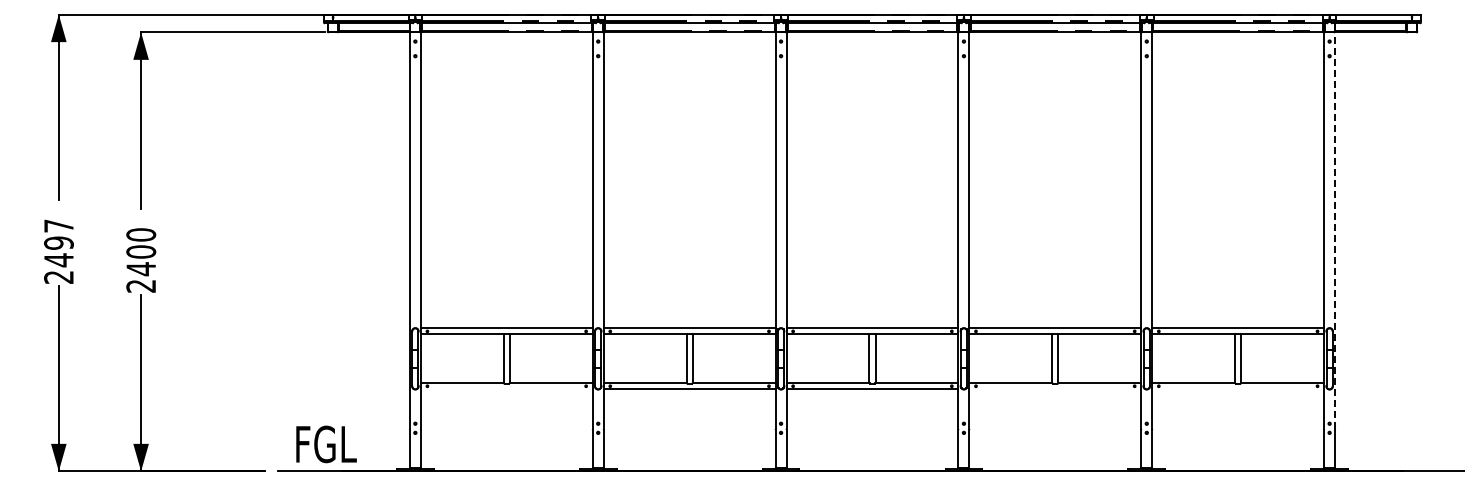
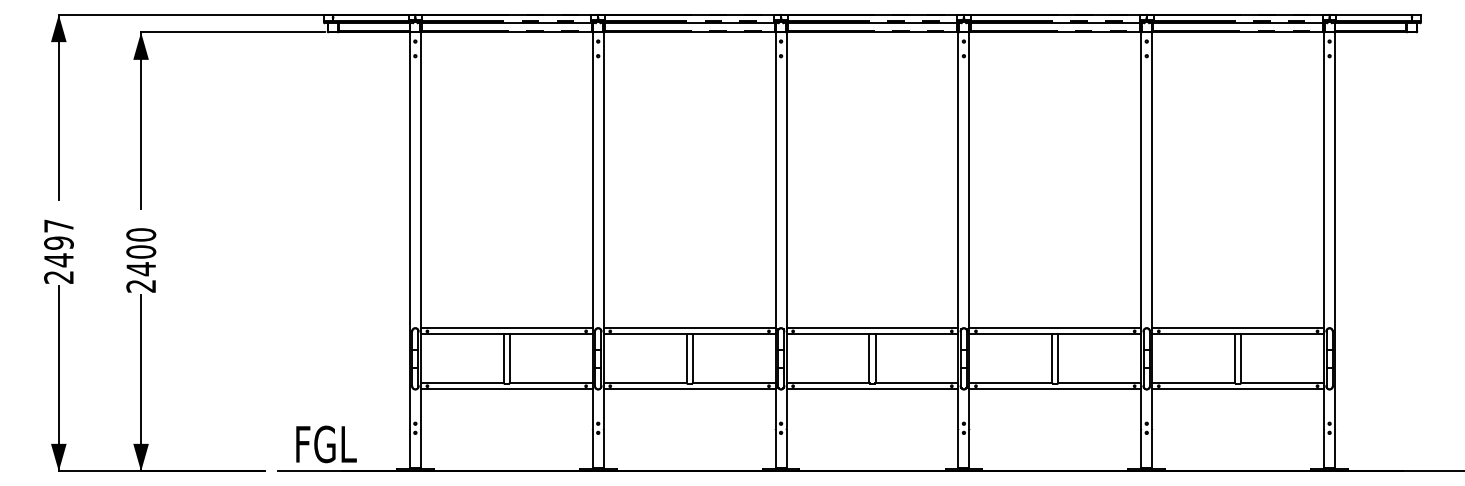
line at (1335, 230): dashed -> solid
line at (506, 389): none -> present
line at (1055, 389): none -> present
line at (1238, 389): none -> present
